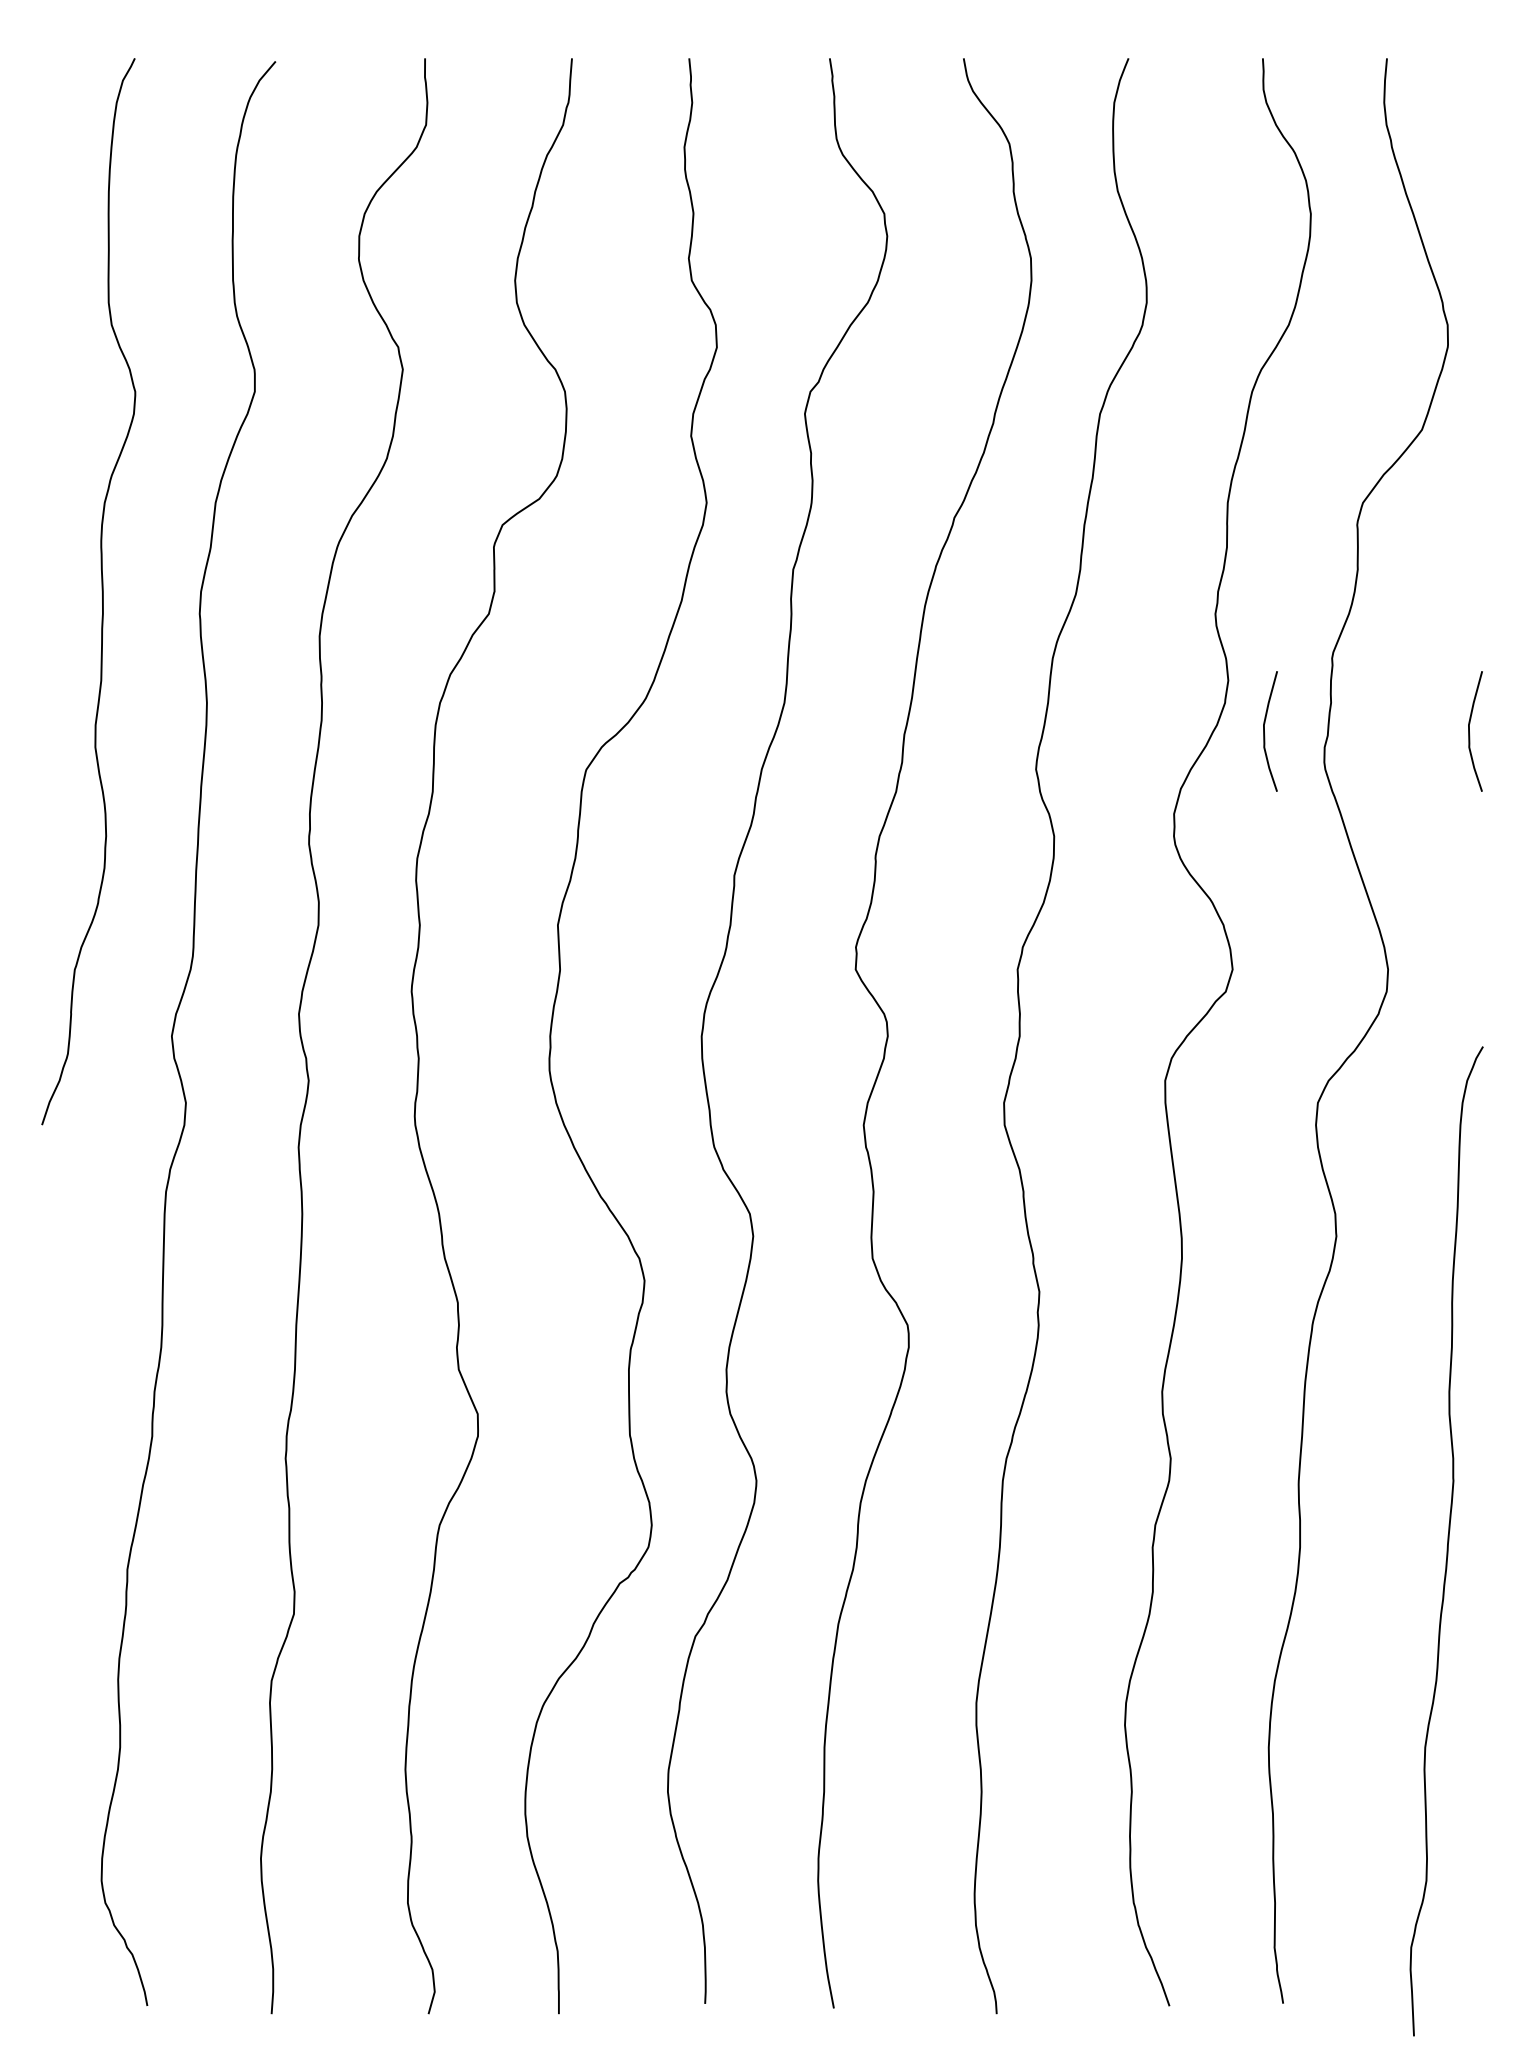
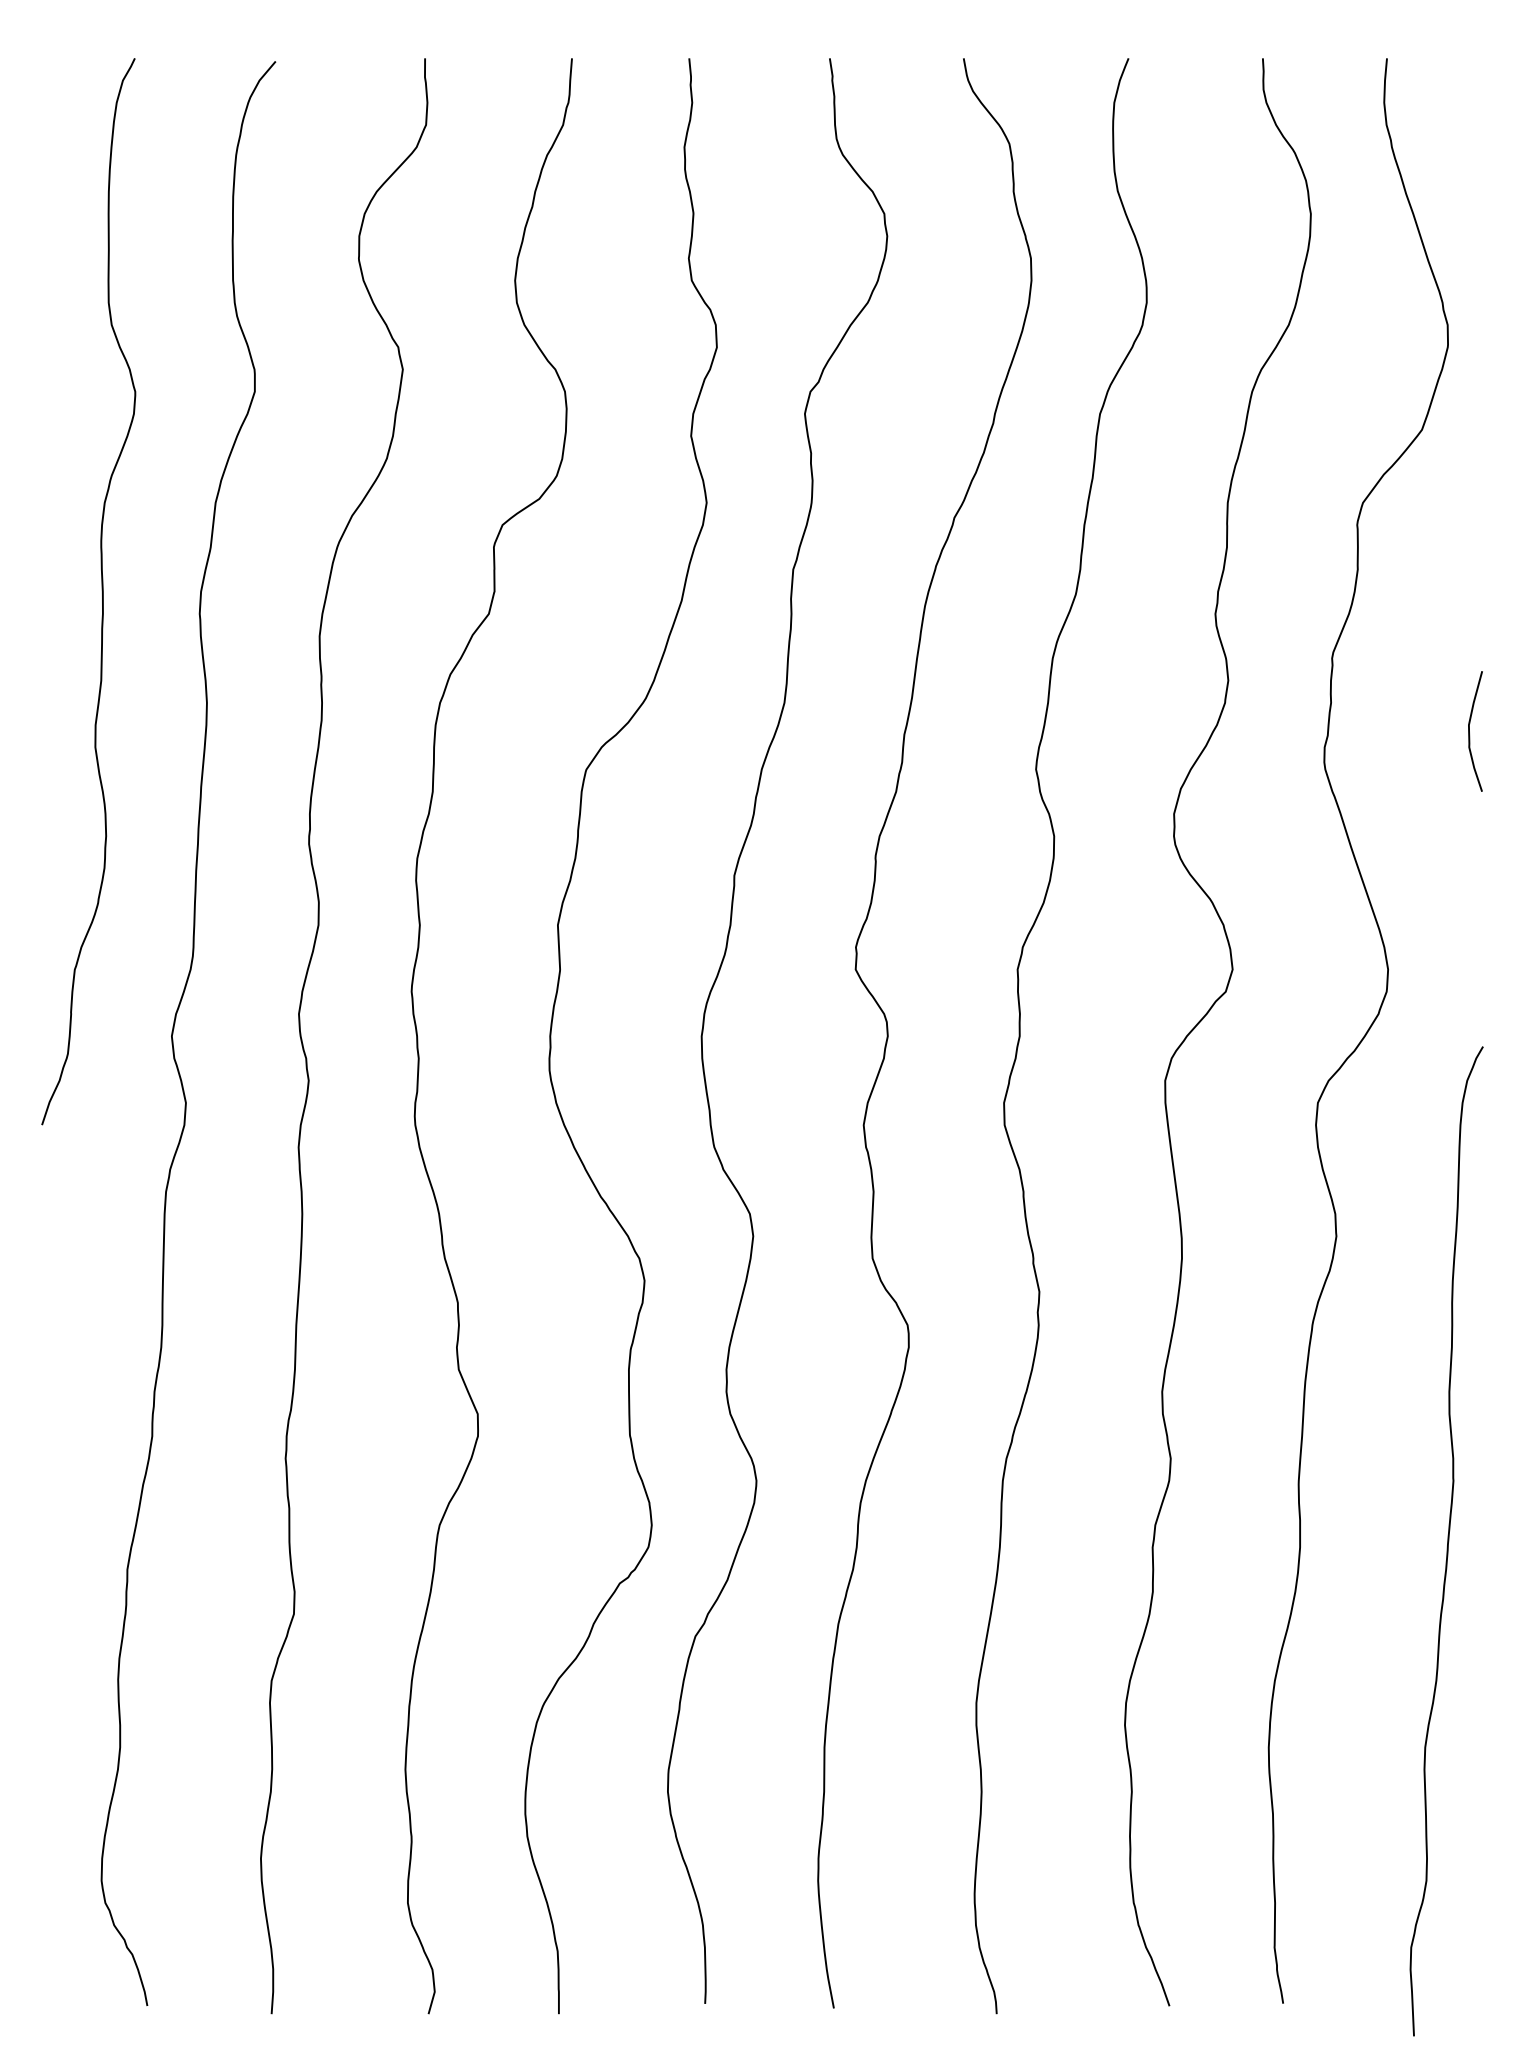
curve at (1264, 731): present -> none
